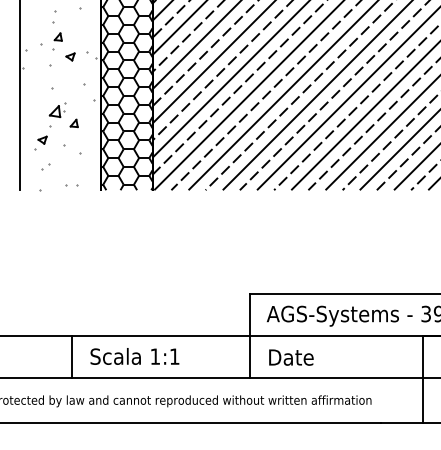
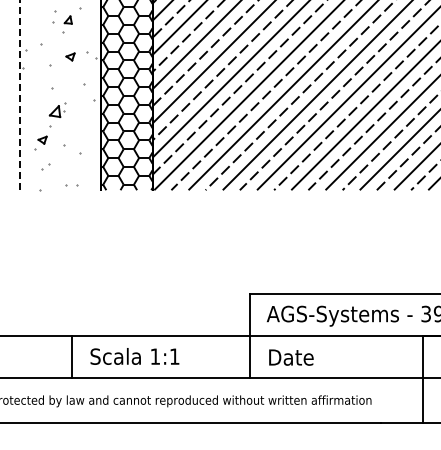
part at (57, 41) position: (57, 41) -> (67, 24)
line at (20, 95): solid -> dashed
part at (73, 123): present -> none
